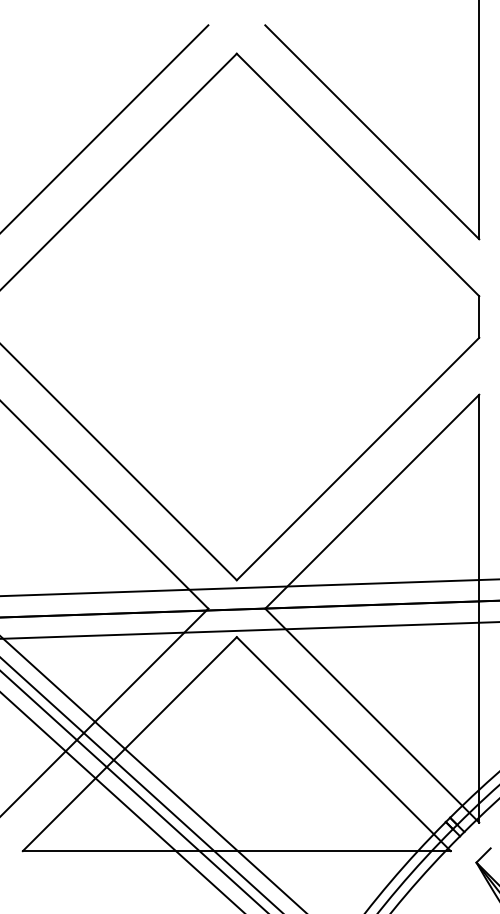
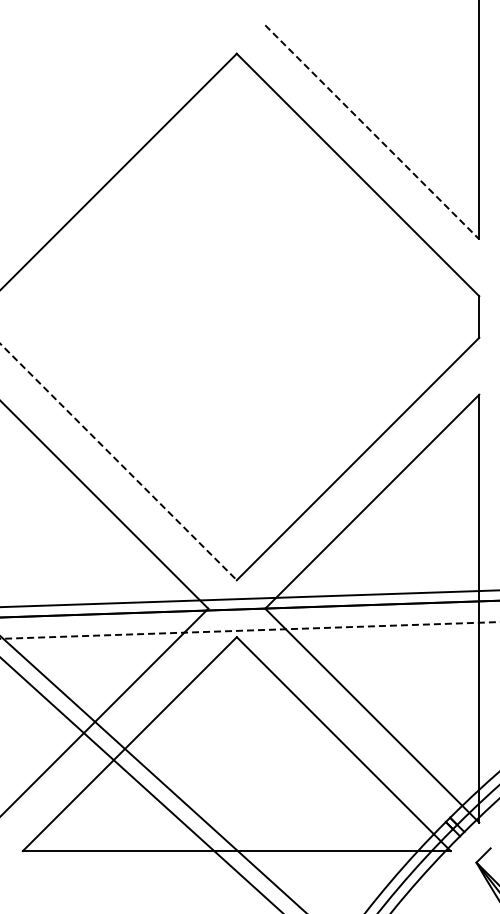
line at (105, 128): present -> none
line at (372, 132): solid -> dashed
line at (118, 462): solid -> dashed
line at (249, 587) position: (249, 587) -> (249, 598)
line at (249, 630): solid -> dashed
line at (133, 791): present -> none
line at (121, 802): present -> none
